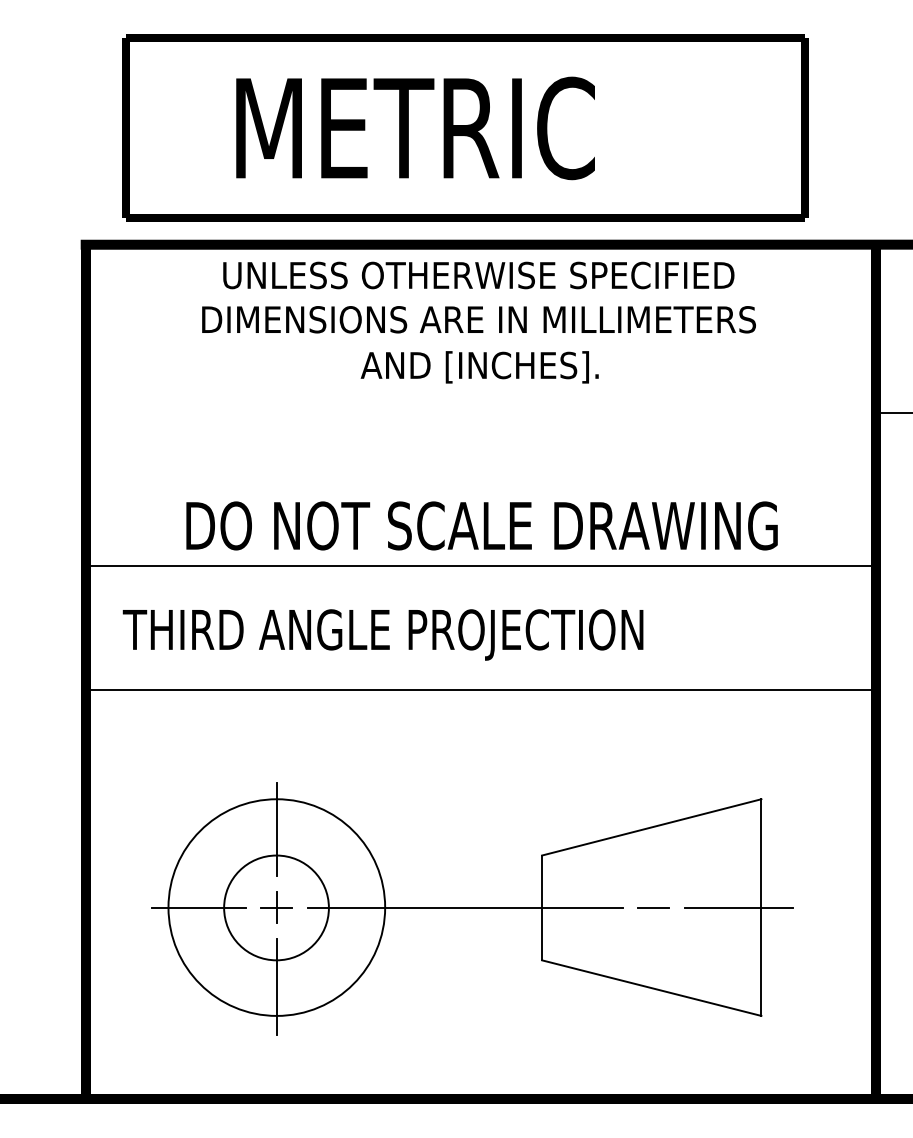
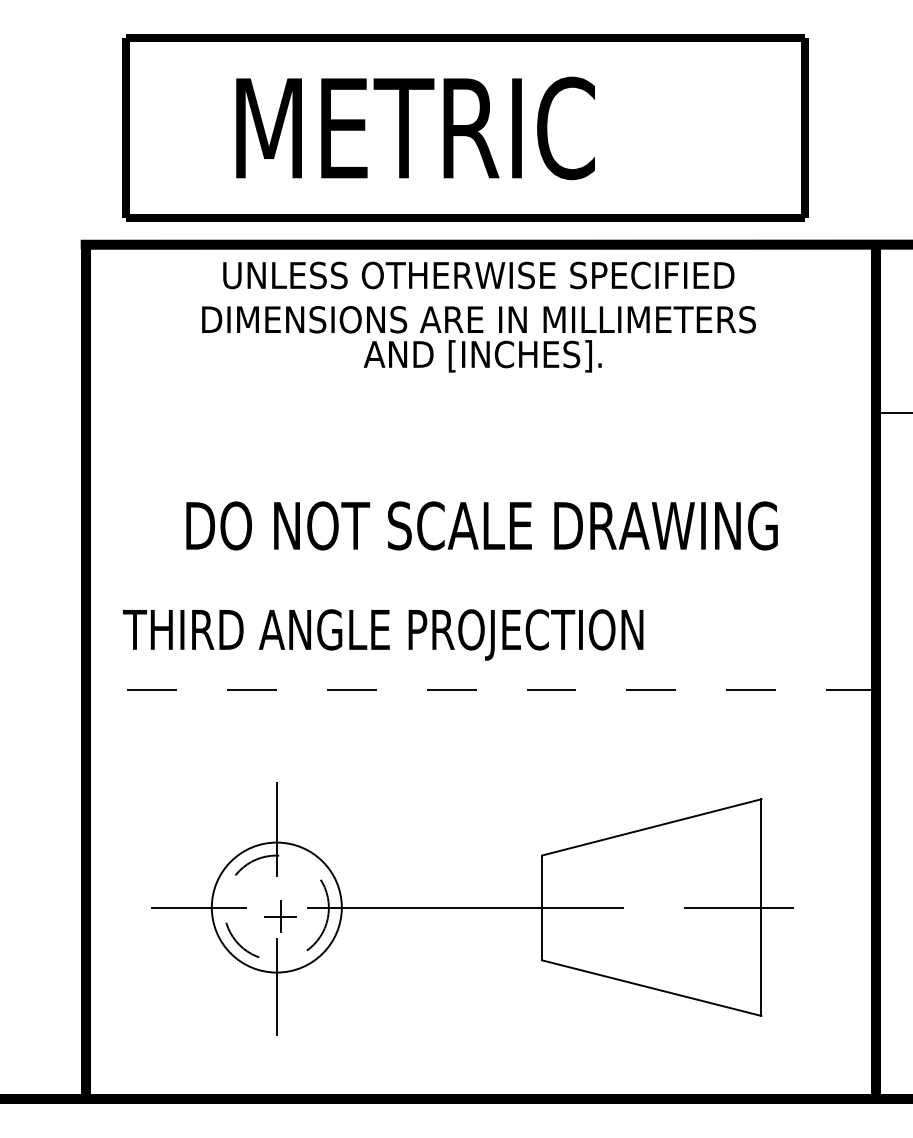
text at (479, 367) position: (479, 367) -> (482, 356)
line at (480, 565): present -> none
line at (480, 690): solid -> dashed
circle at (276, 907) diameter: 217 px -> 130 px
circle at (276, 907): solid -> dashed
part at (276, 907) position: (276, 907) -> (280, 916)
line at (653, 907): present -> none
